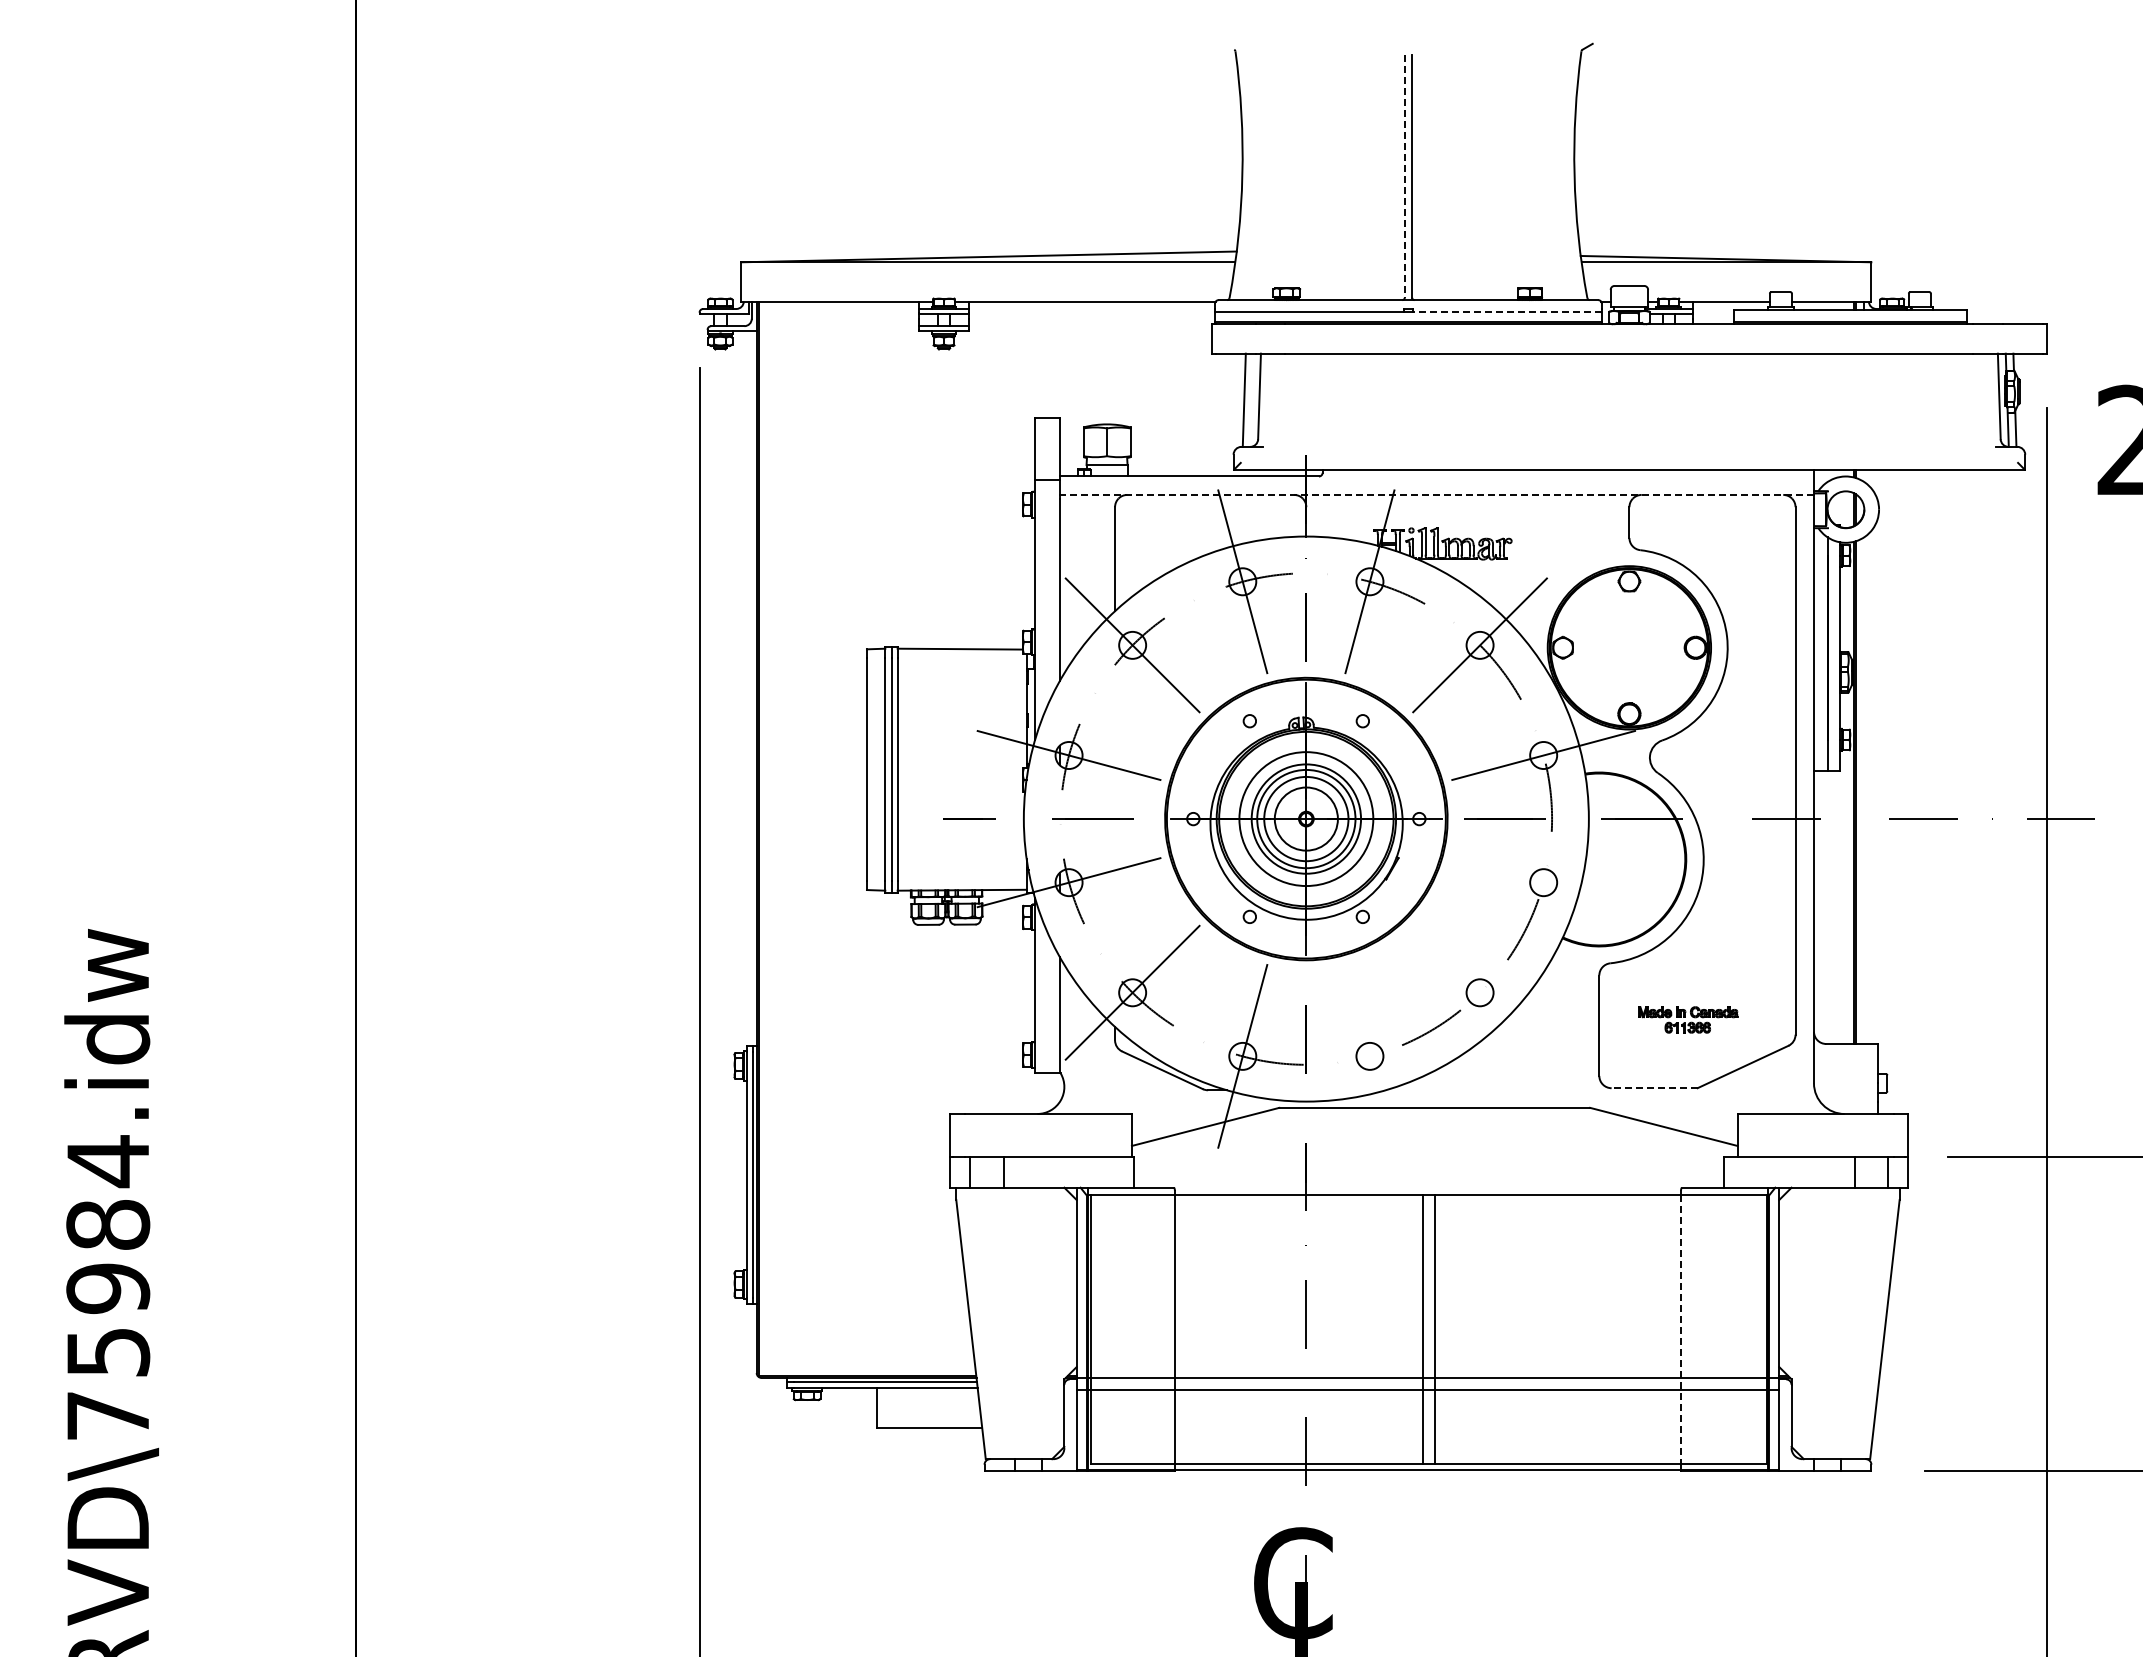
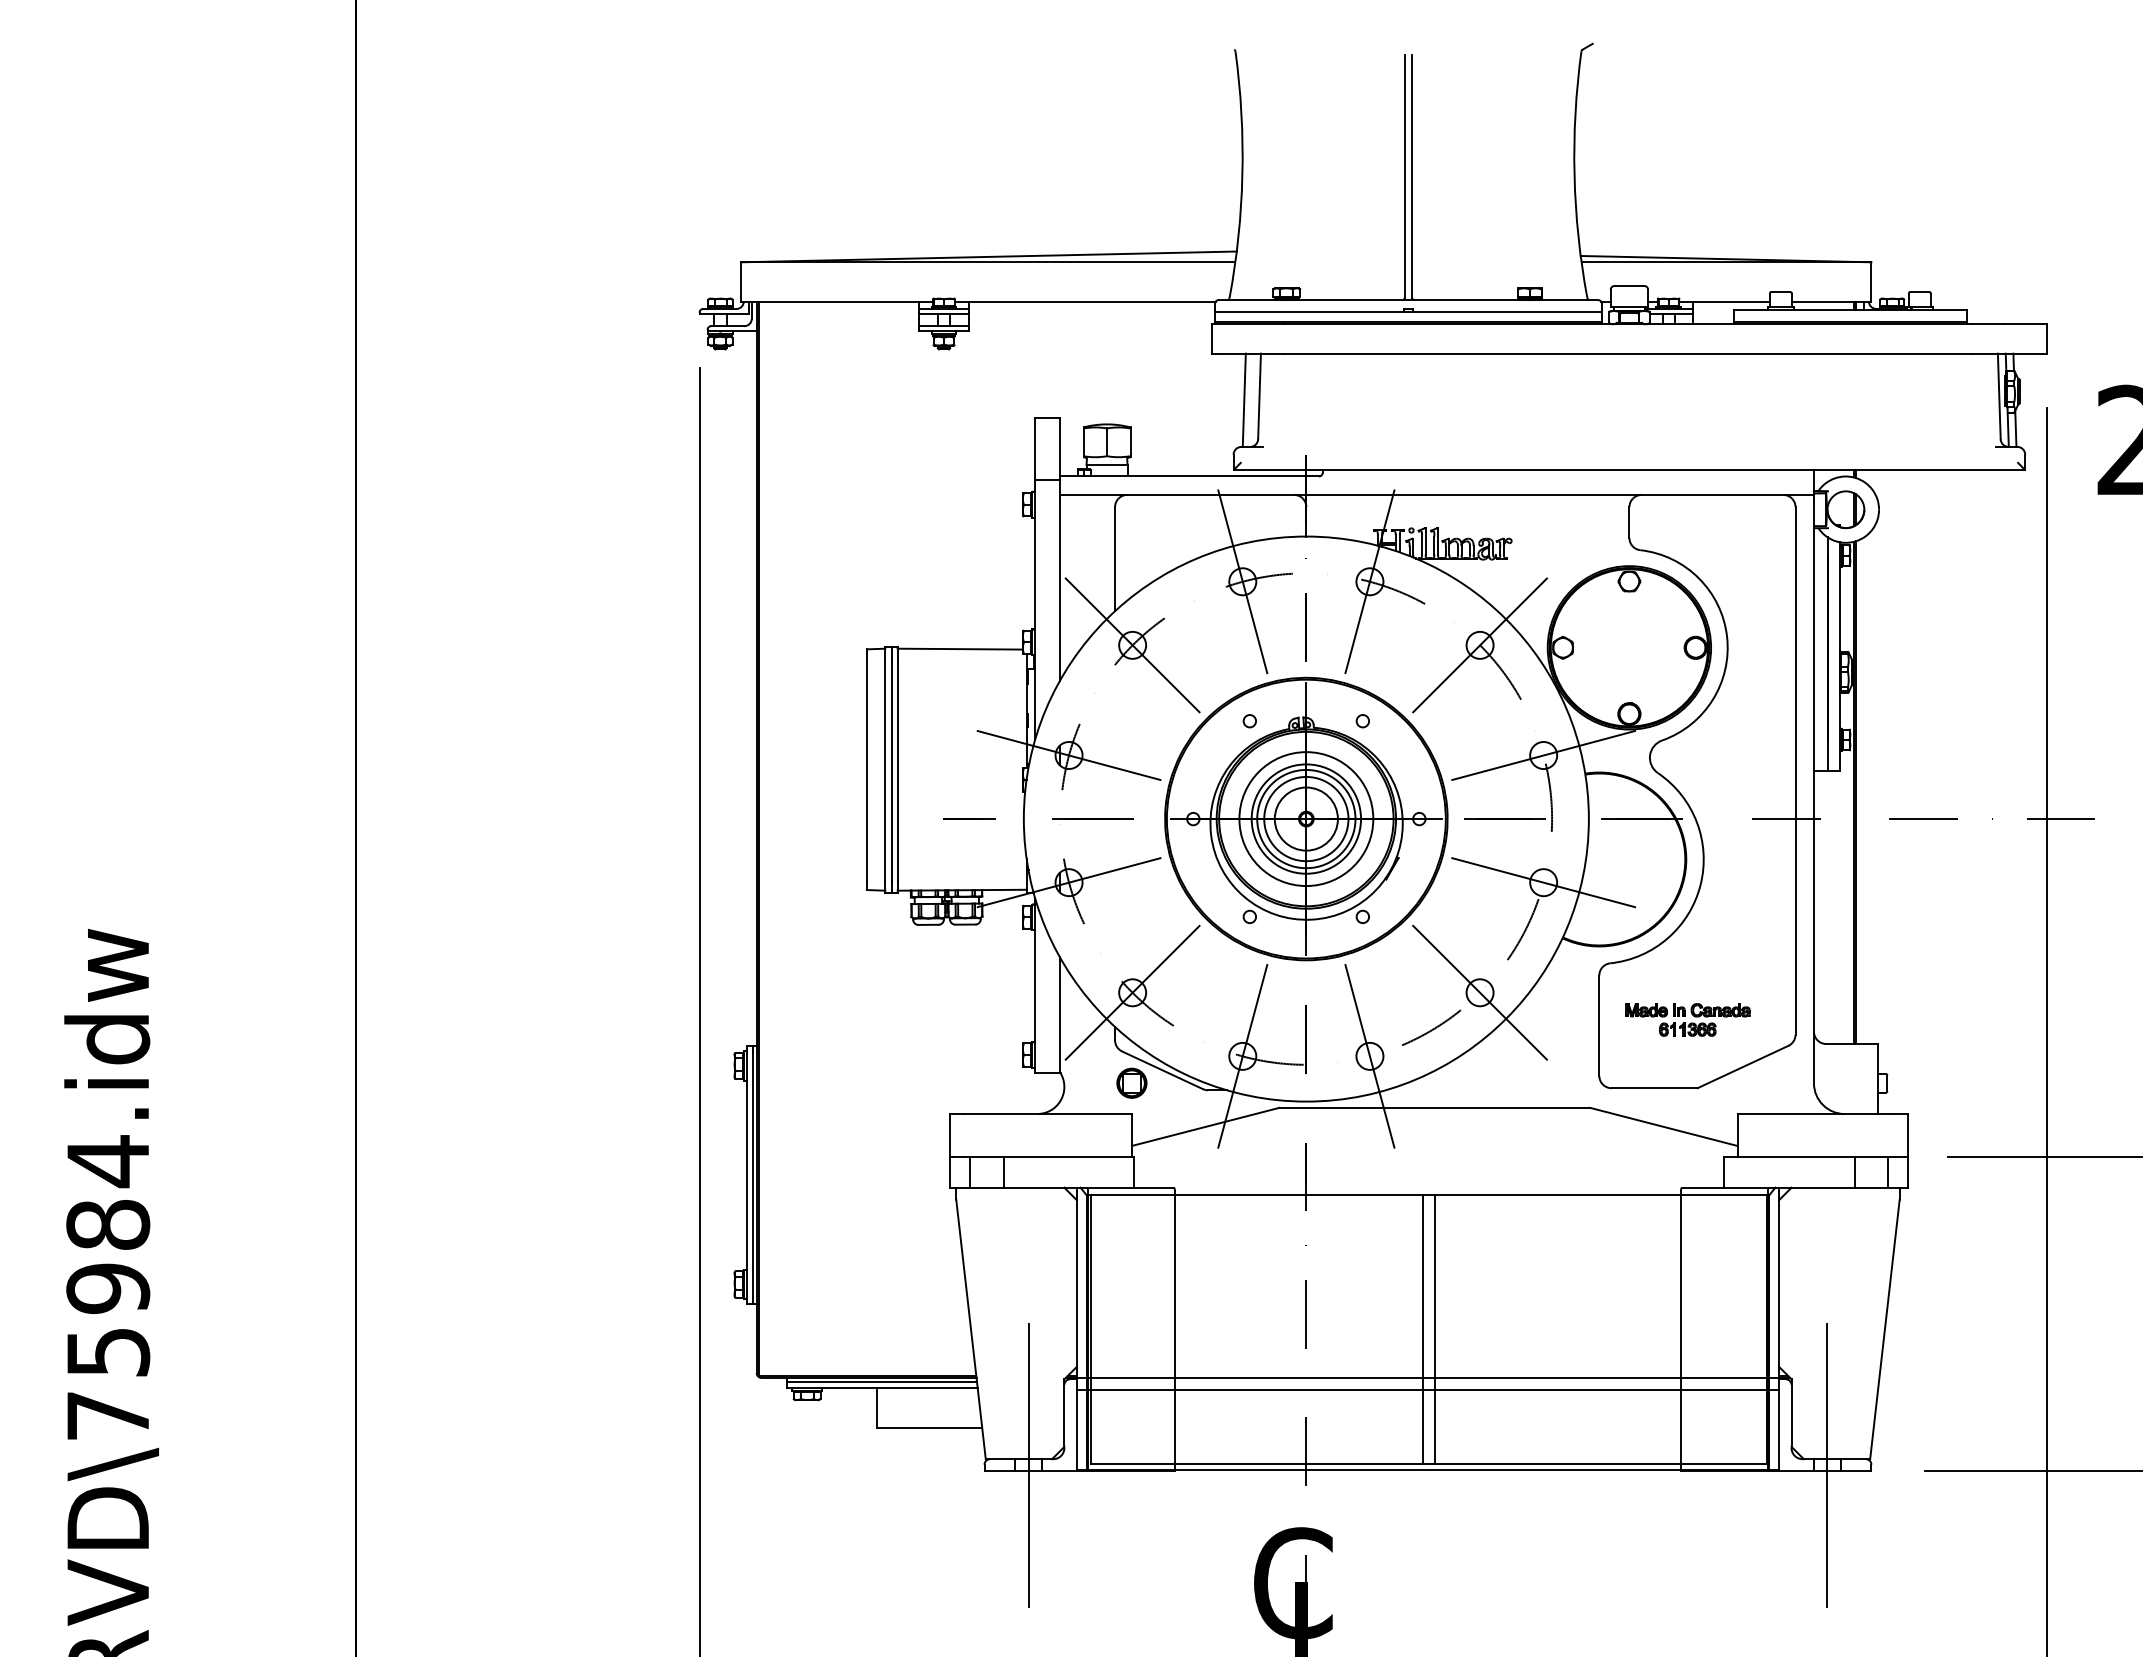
line at (1404, 176): dashed -> solid
line at (1507, 312): dashed -> solid
line at (1436, 494): dashed -> solid
line at (1543, 882): none -> present
line at (1479, 992): none -> present
part at (1688, 1019) size: 101x28 px -> 126x34 px
line at (1369, 1056): none -> present
part at (1131, 1082): none -> present
line at (1654, 1088): dashed -> solid
line at (1681, 1329): dashed -> solid
line at (1028, 1465): none -> present
line at (1827, 1465): none -> present
